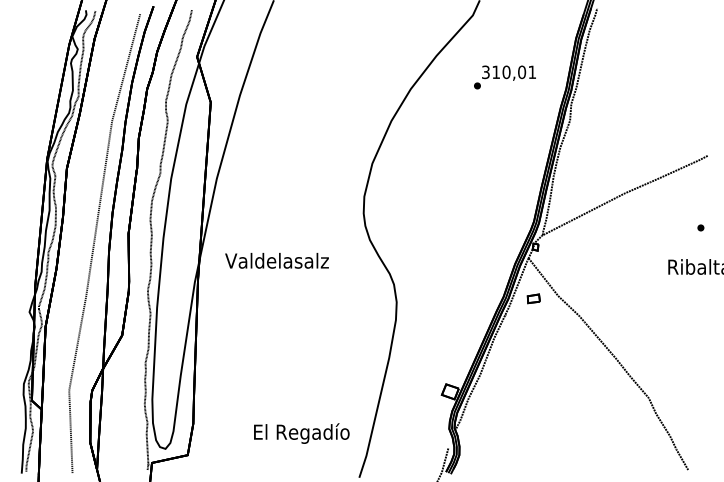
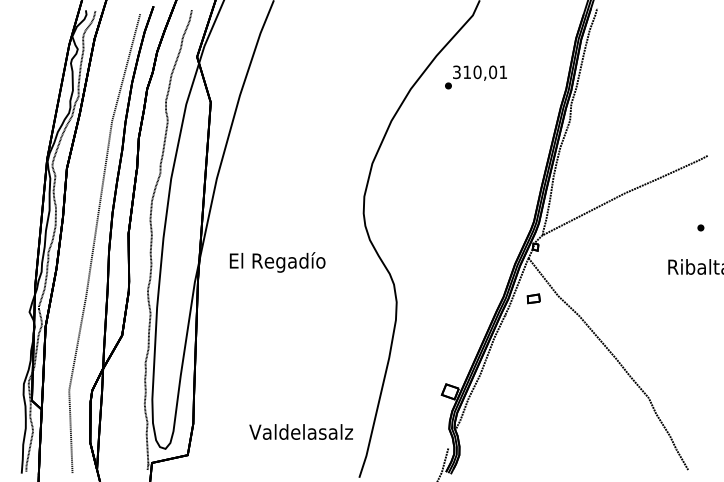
text at (504, 77) position: (504, 77) -> (475, 77)
text at (276, 262): Valdelasalz -> El Regadío
text at (301, 433): El Regadío -> Valdelasalz
